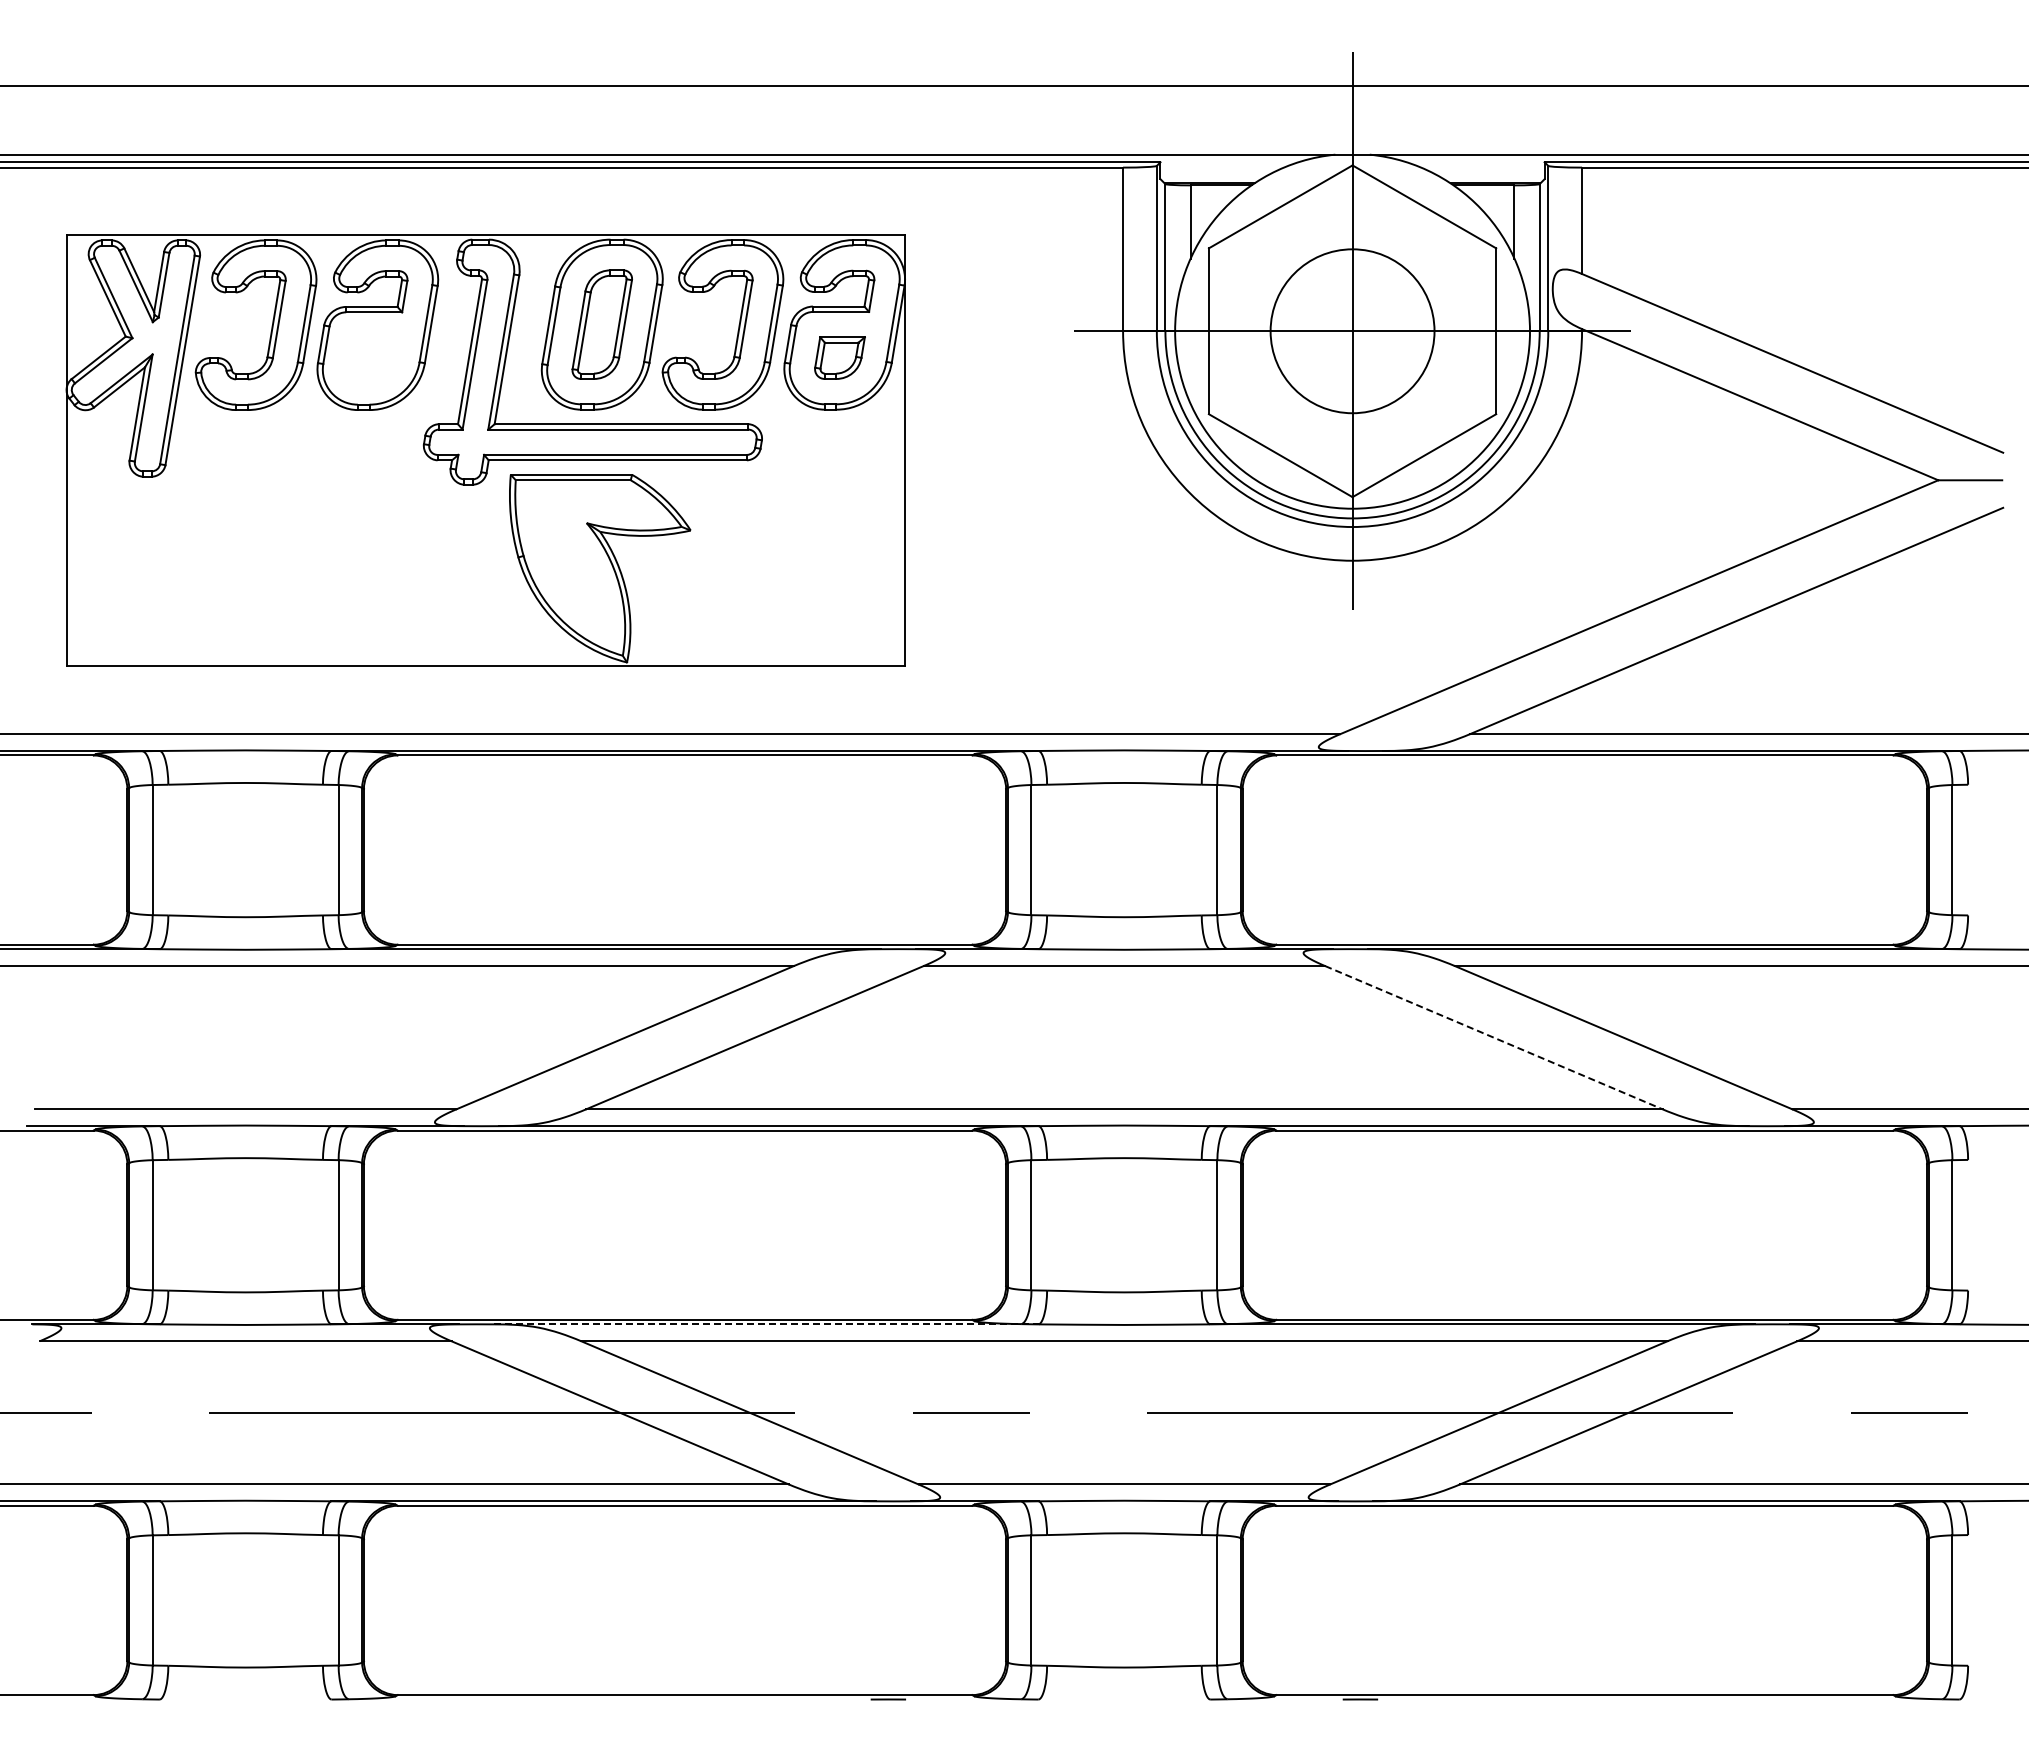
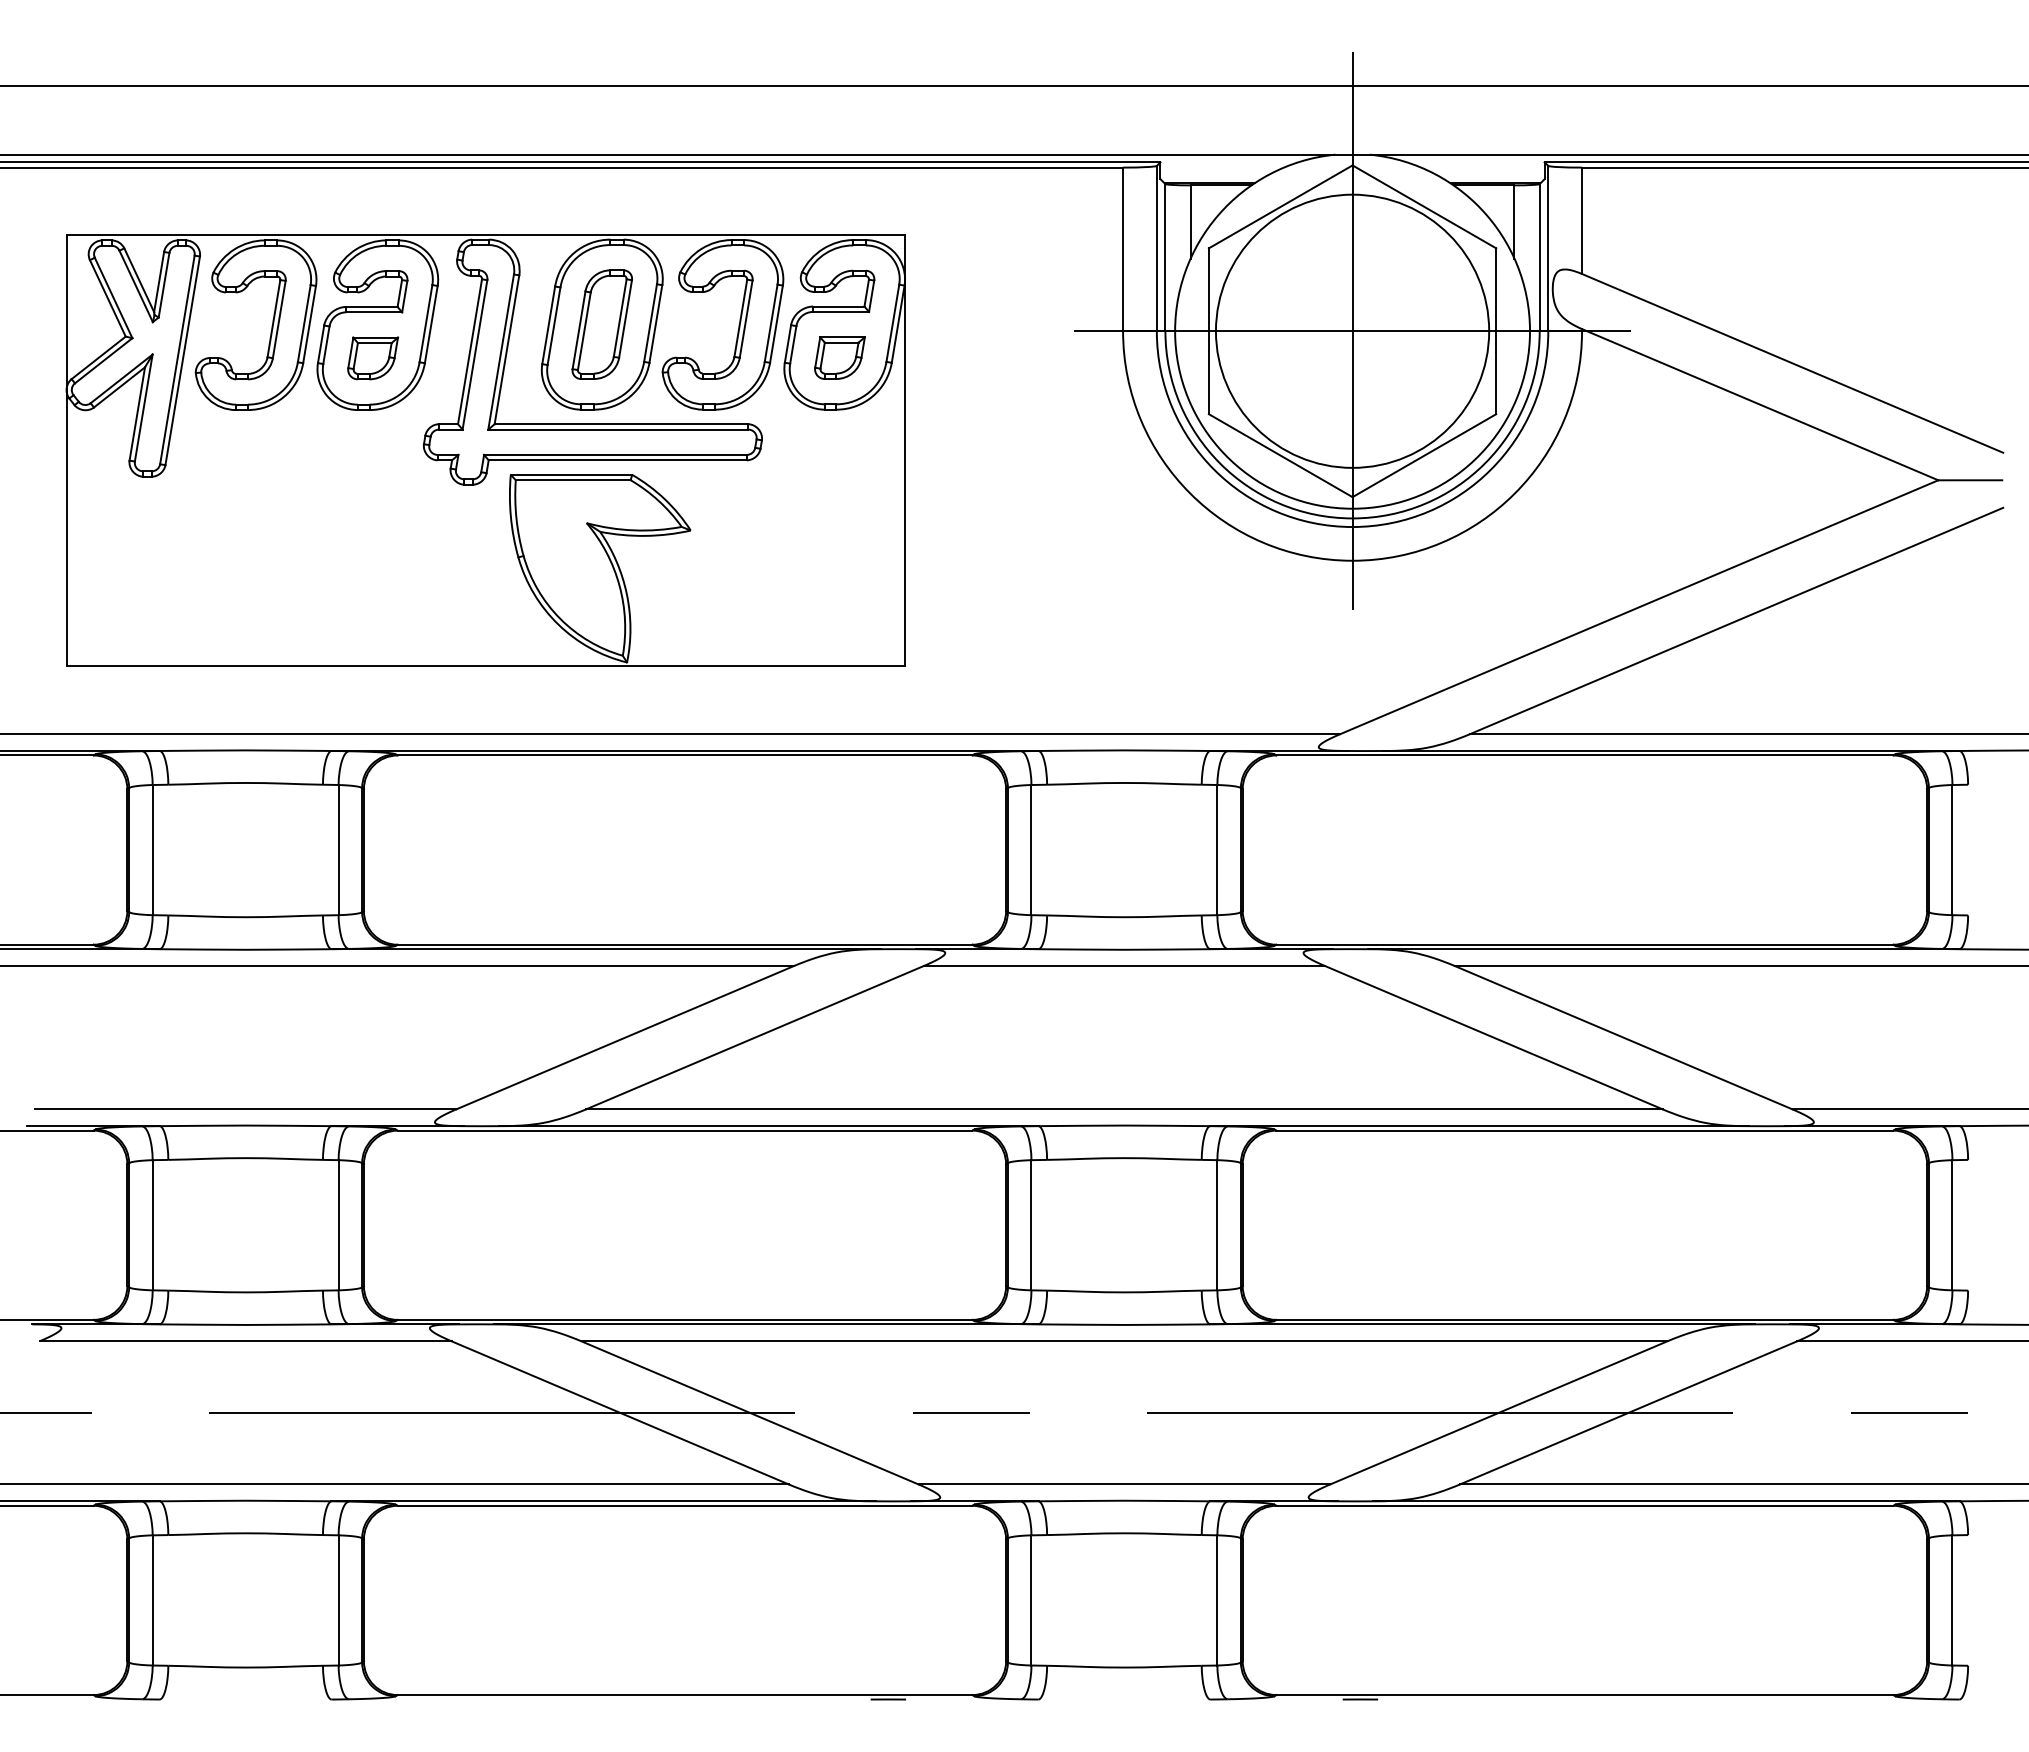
circle at (1352, 331) diameter: 164 px -> 273 px
part at (373, 358): none -> present
line at (1494, 1037): dashed -> solid
line at (766, 1324): dashed -> solid
